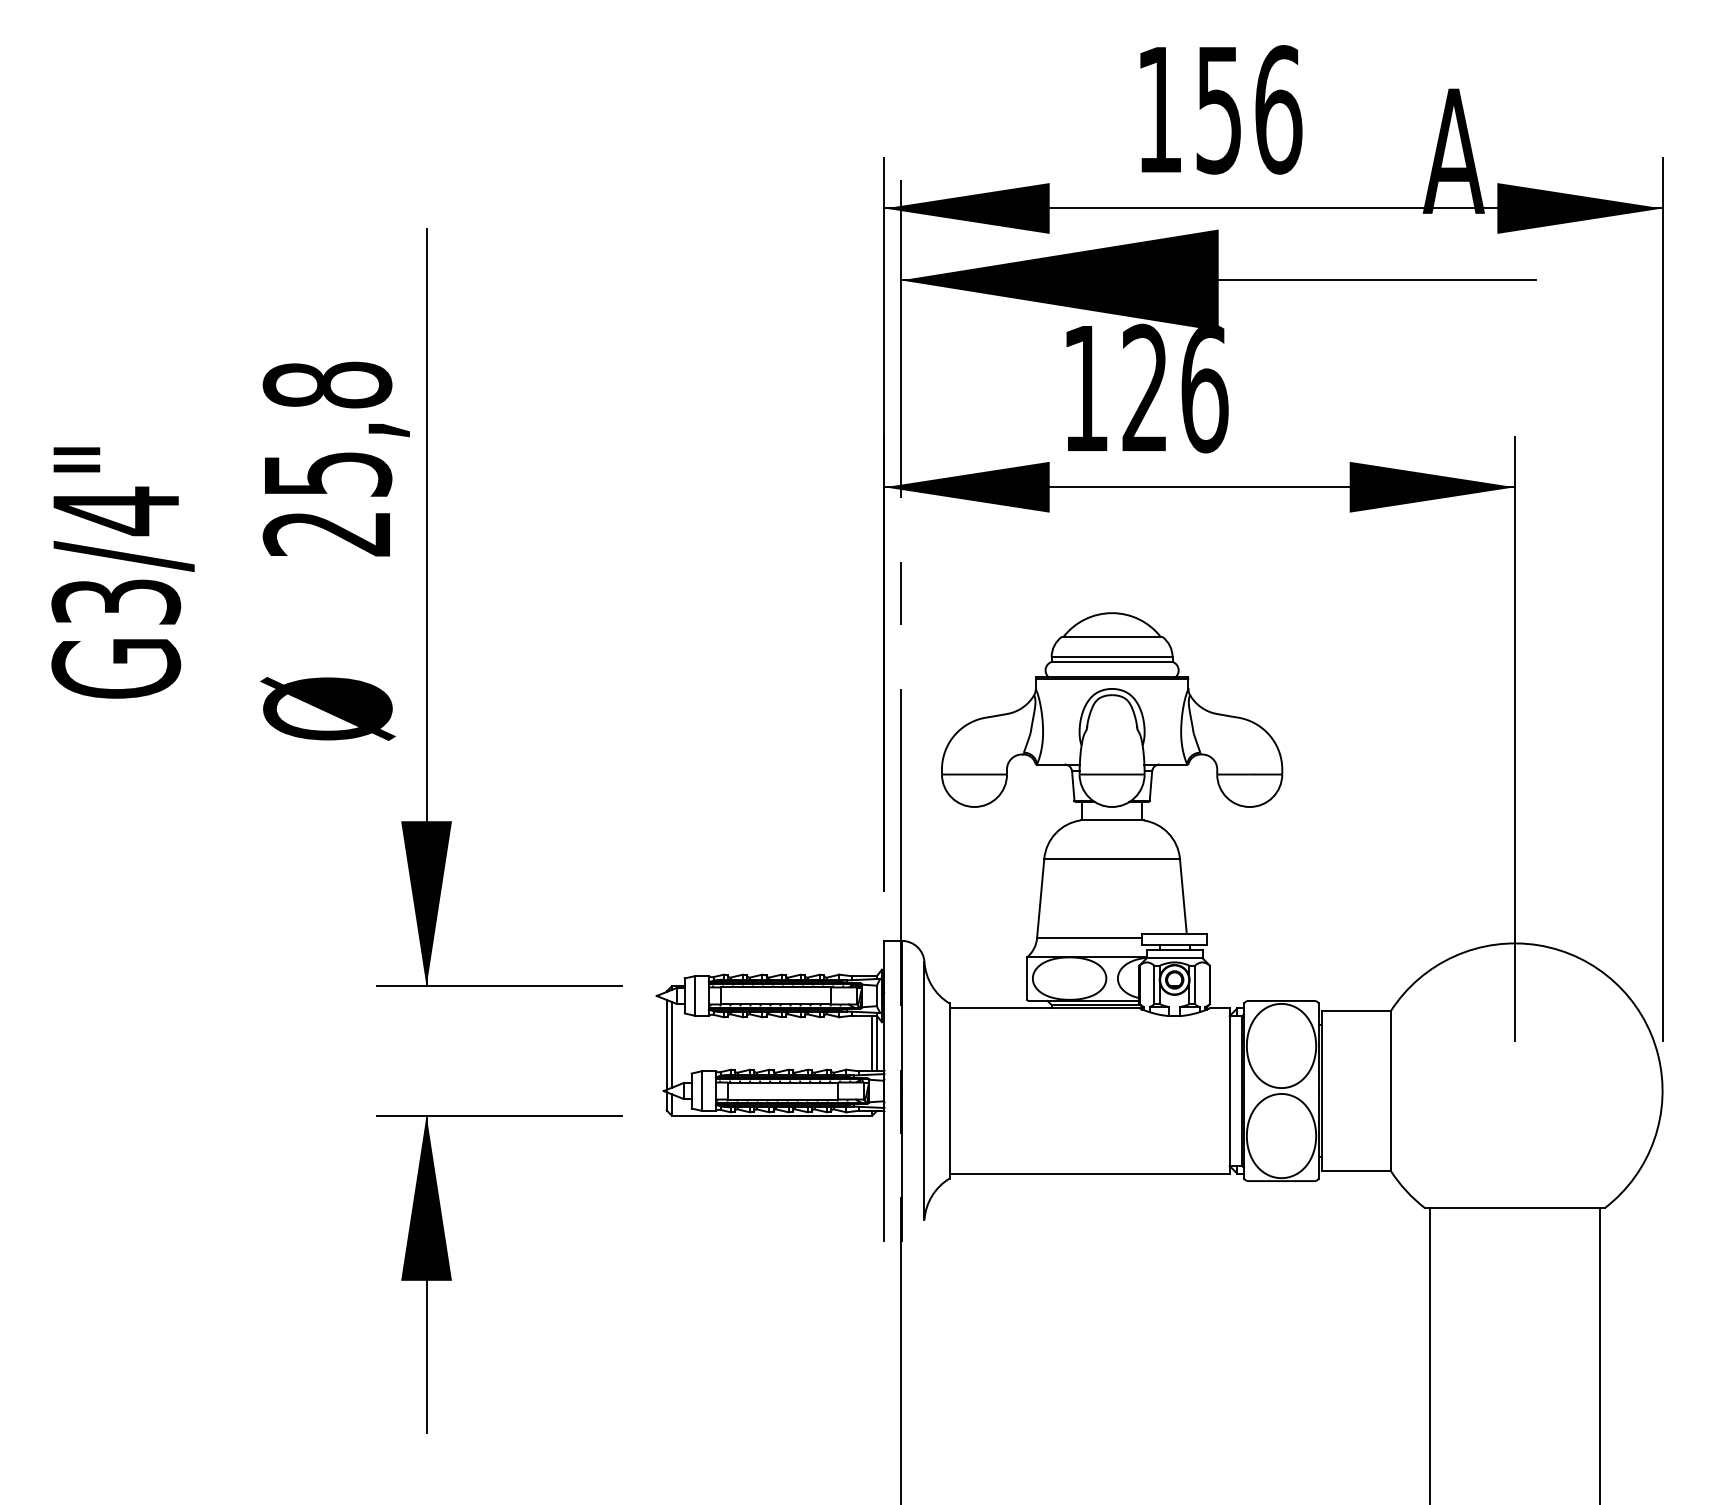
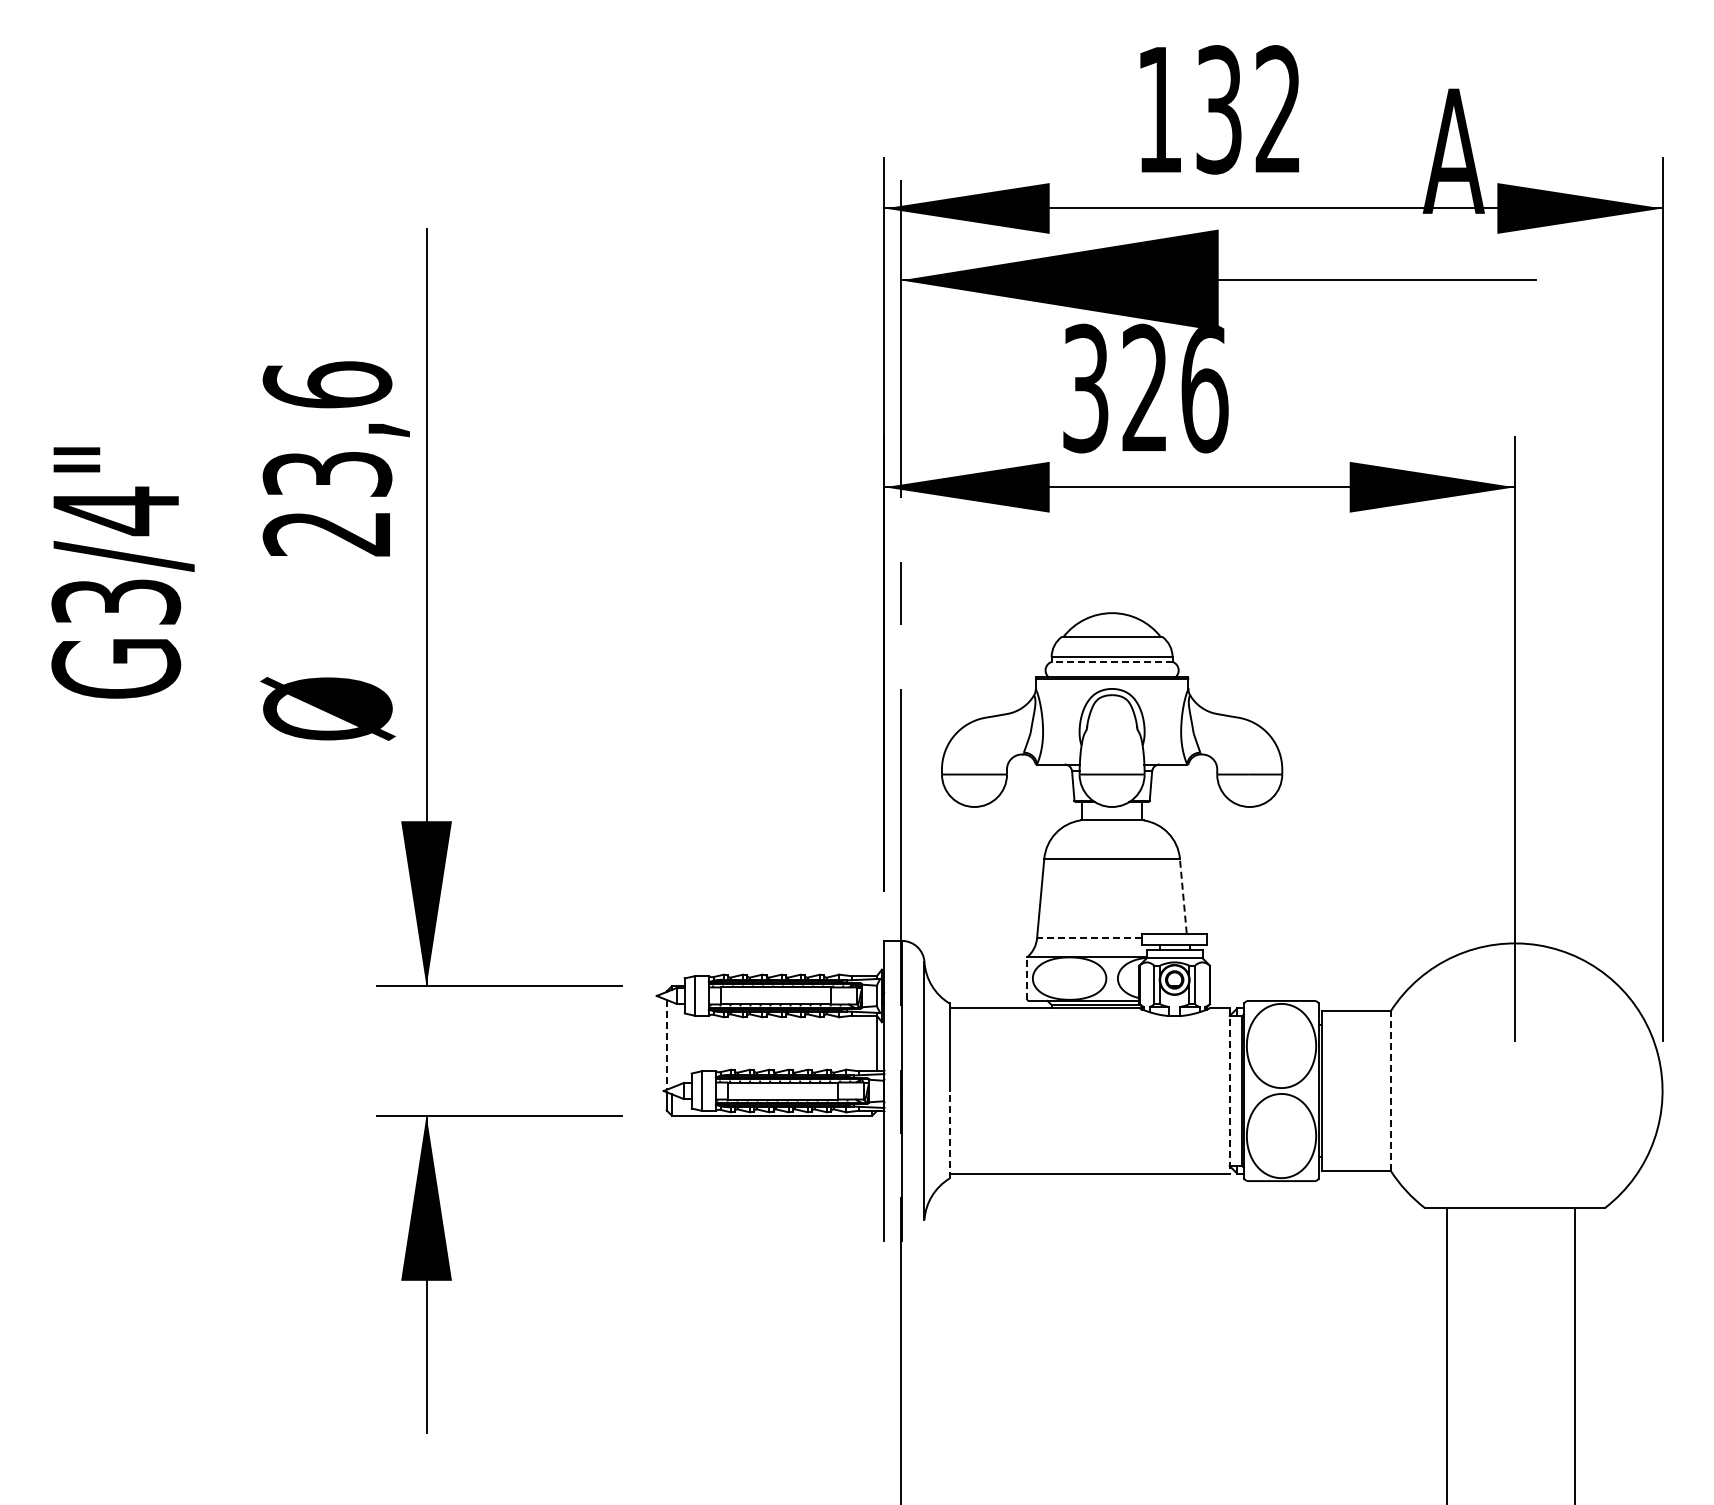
text at (1249, 109): 156 -> 132
text at (1085, 388): 126 -> 326
text at (327, 428): 25,8 -> 23,6
line at (1111, 661): solid -> dashed
line at (1183, 896): solid -> dashed
line at (1089, 938): solid -> dashed
line at (1027, 978): solid -> dashed
line at (872, 1043): present -> none
line at (666, 1044): solid -> dashed
line at (671, 1044): present -> none
line at (1229, 1091): solid -> dashed
line at (1390, 1091): solid -> dashed
line at (949, 1134): solid -> dashed
line at (1429, 1354) position: (1429, 1354) -> (1446, 1354)
line at (1600, 1354) position: (1600, 1354) -> (1575, 1354)
